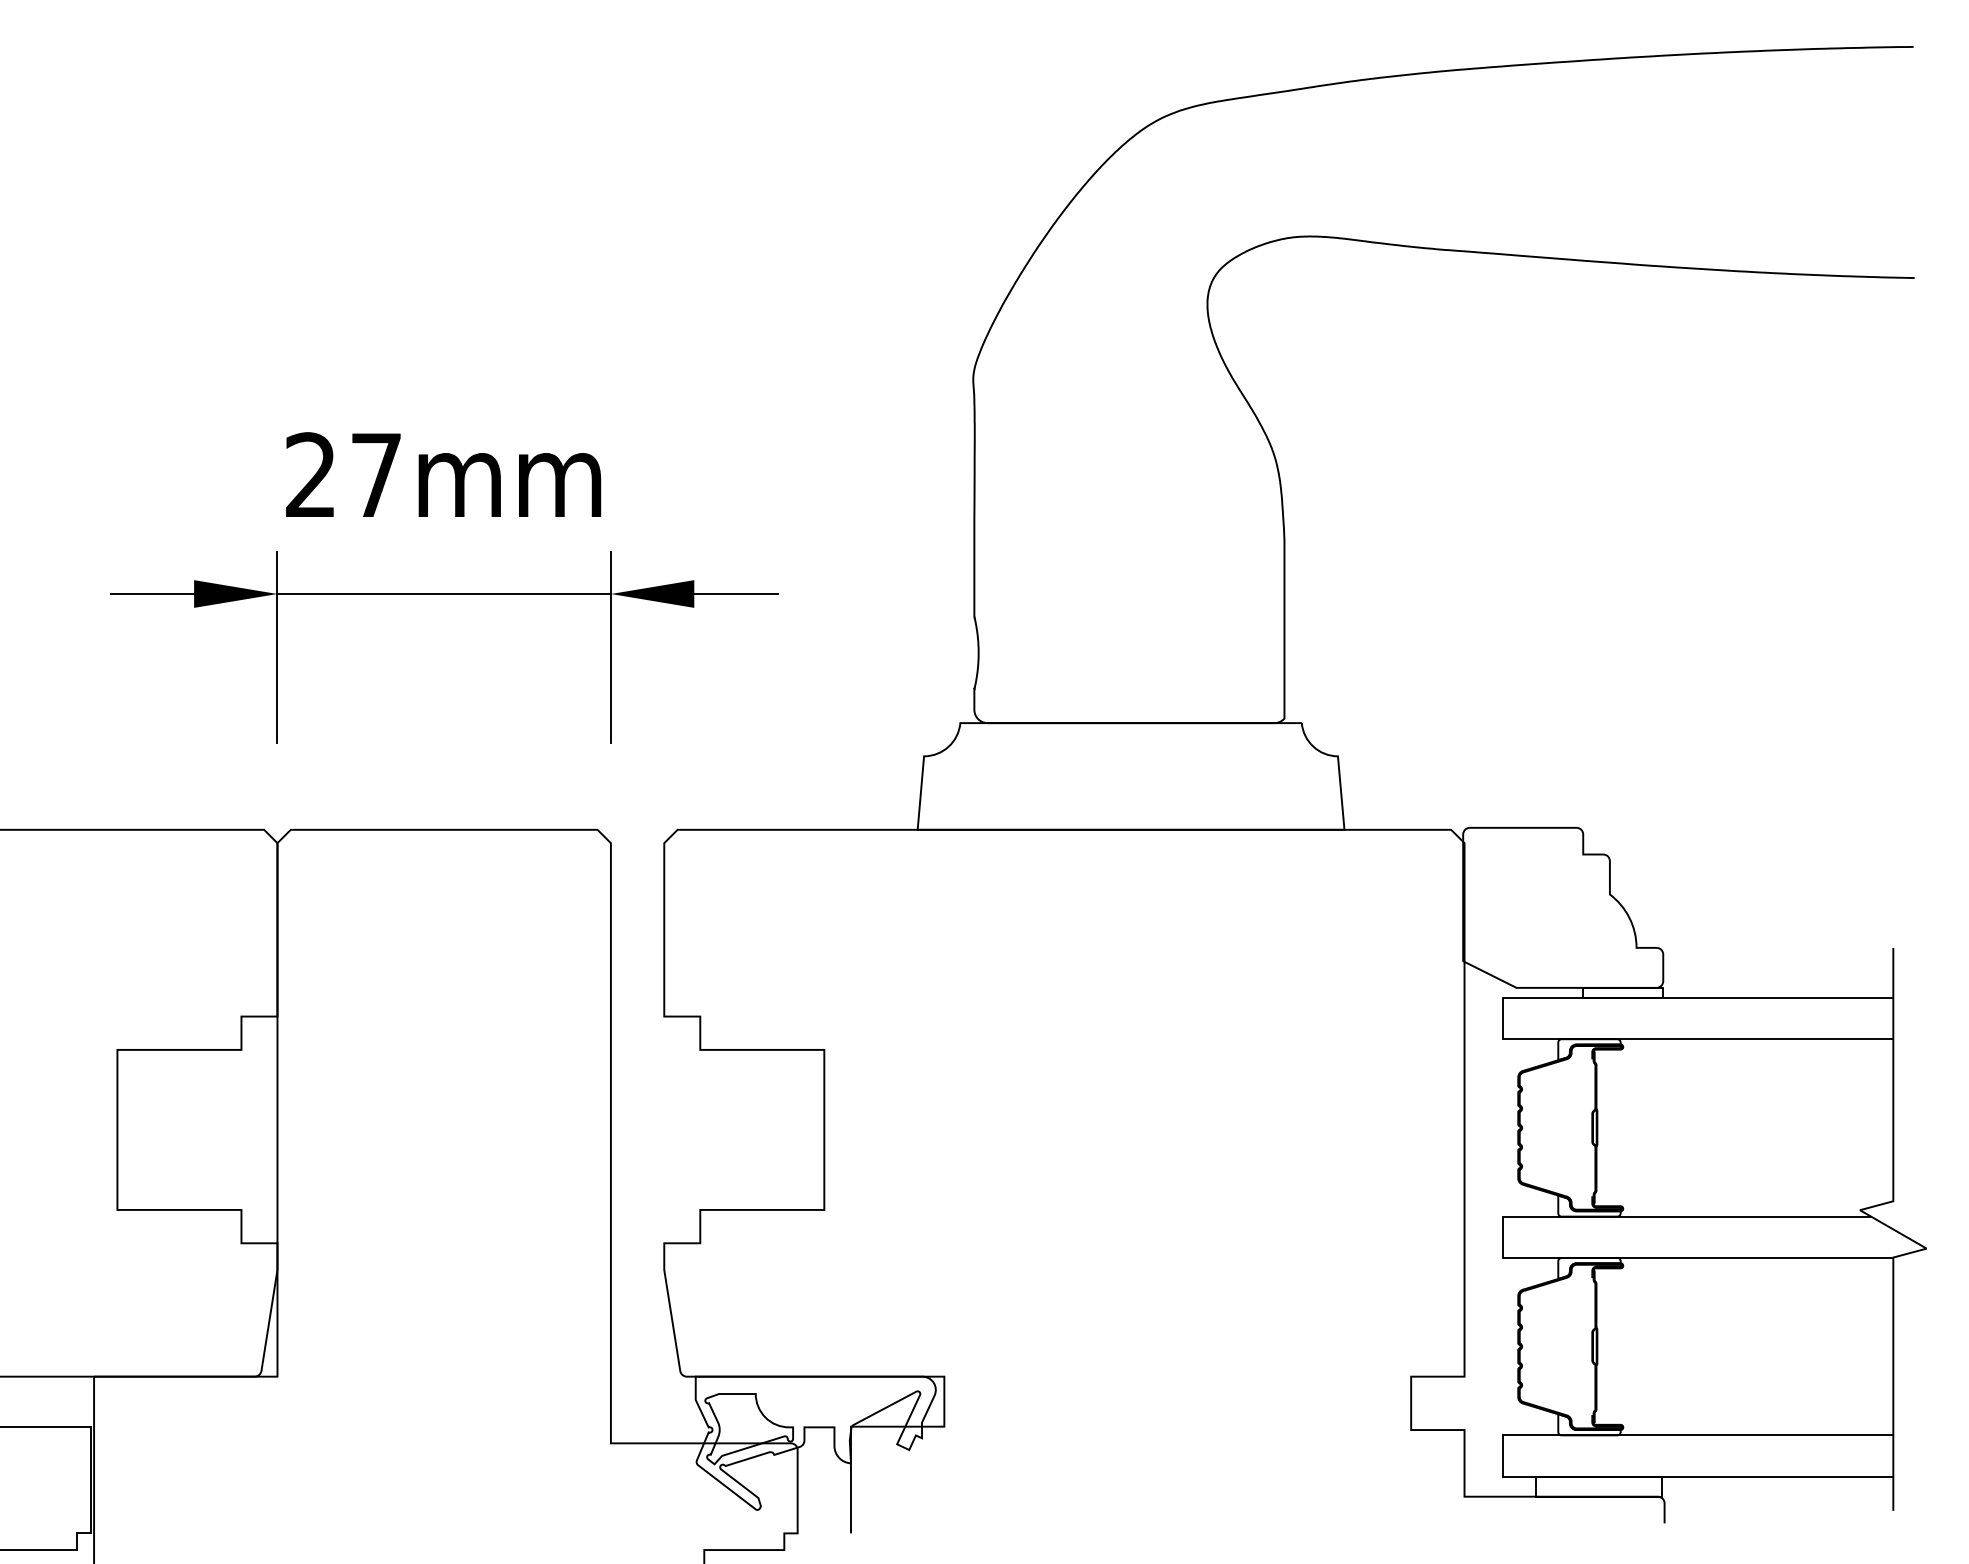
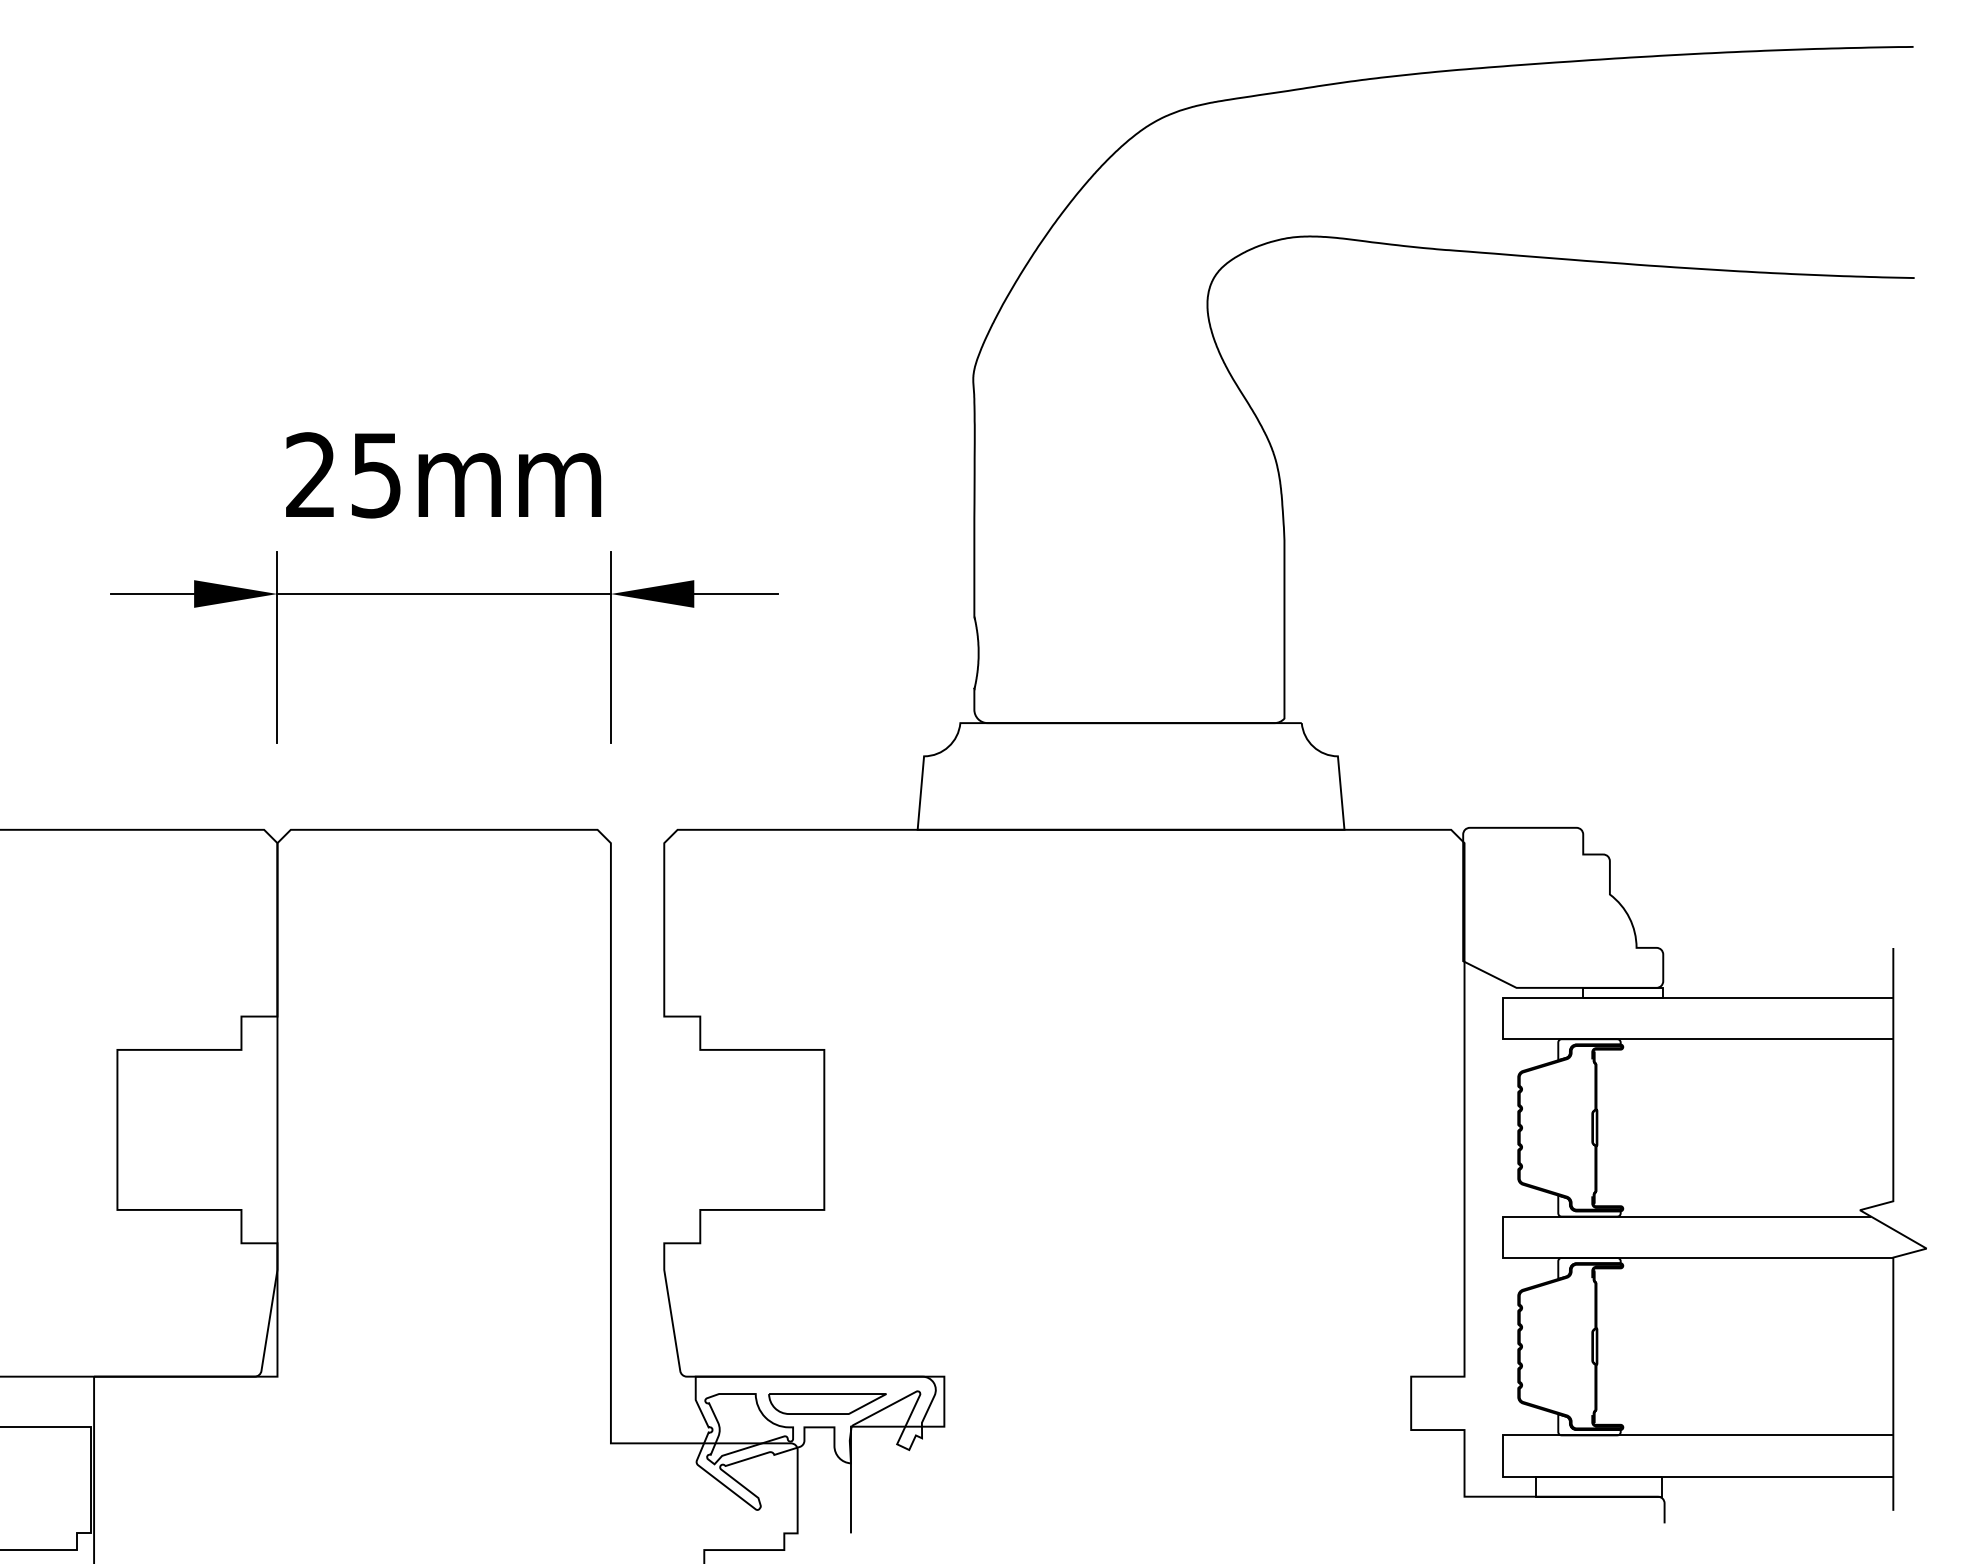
text at (376, 475): 27mm -> 25mm
part at (827, 1403): none -> present
